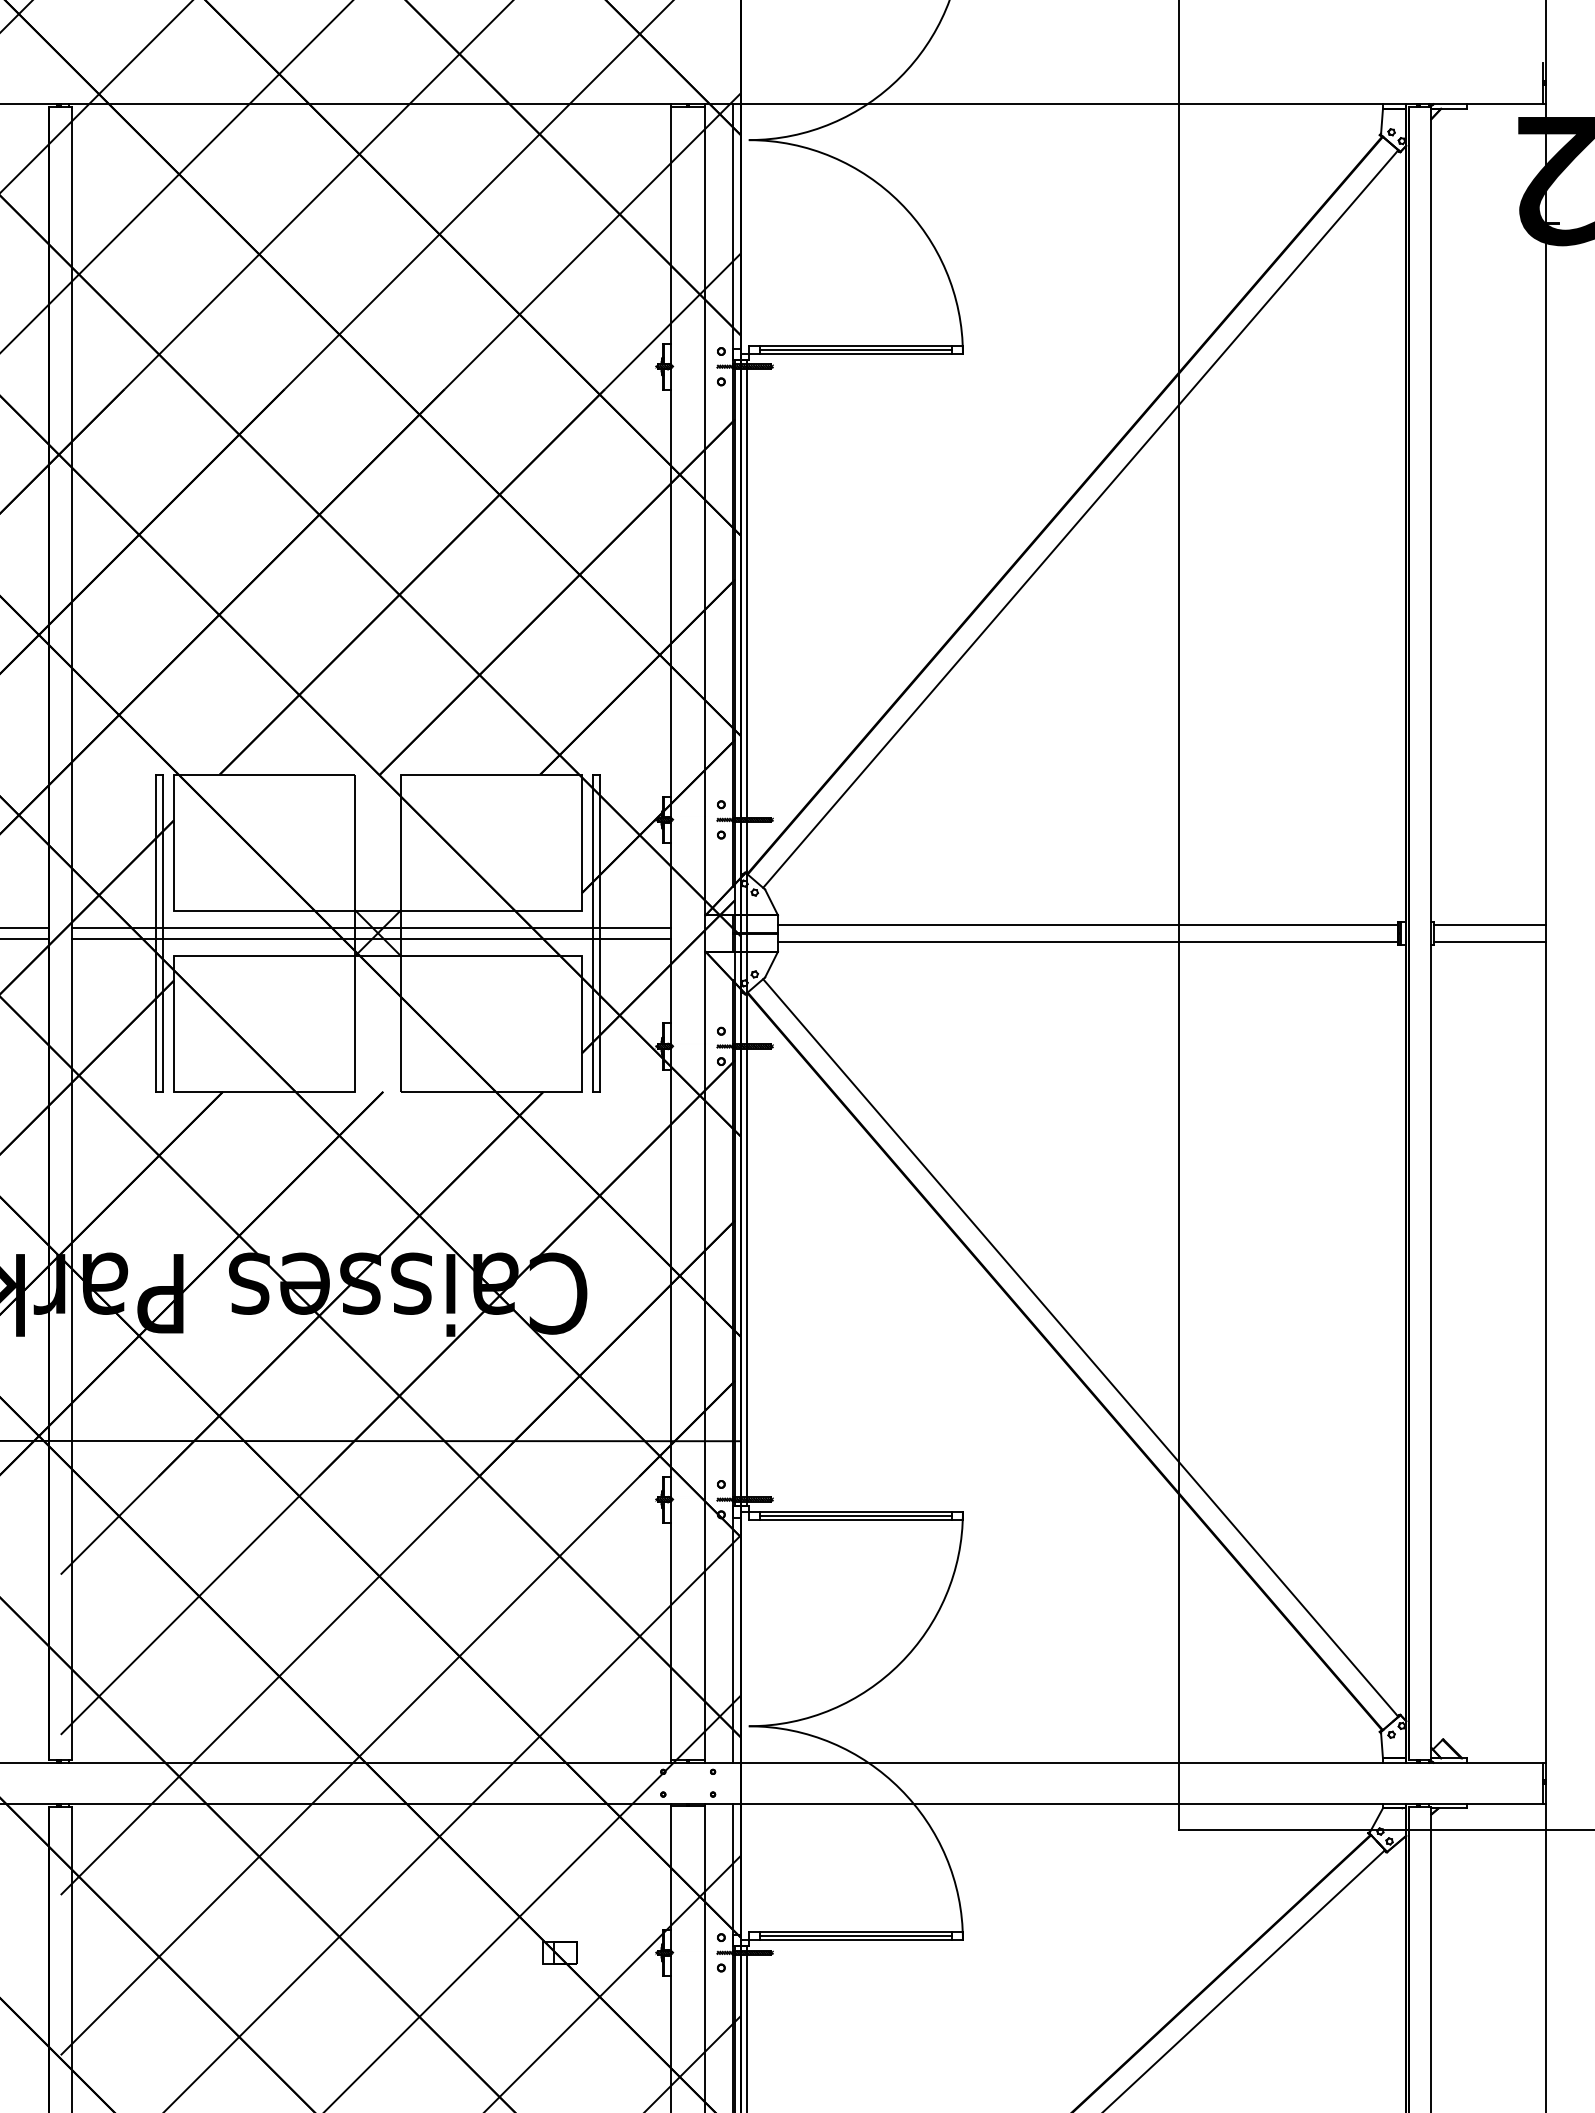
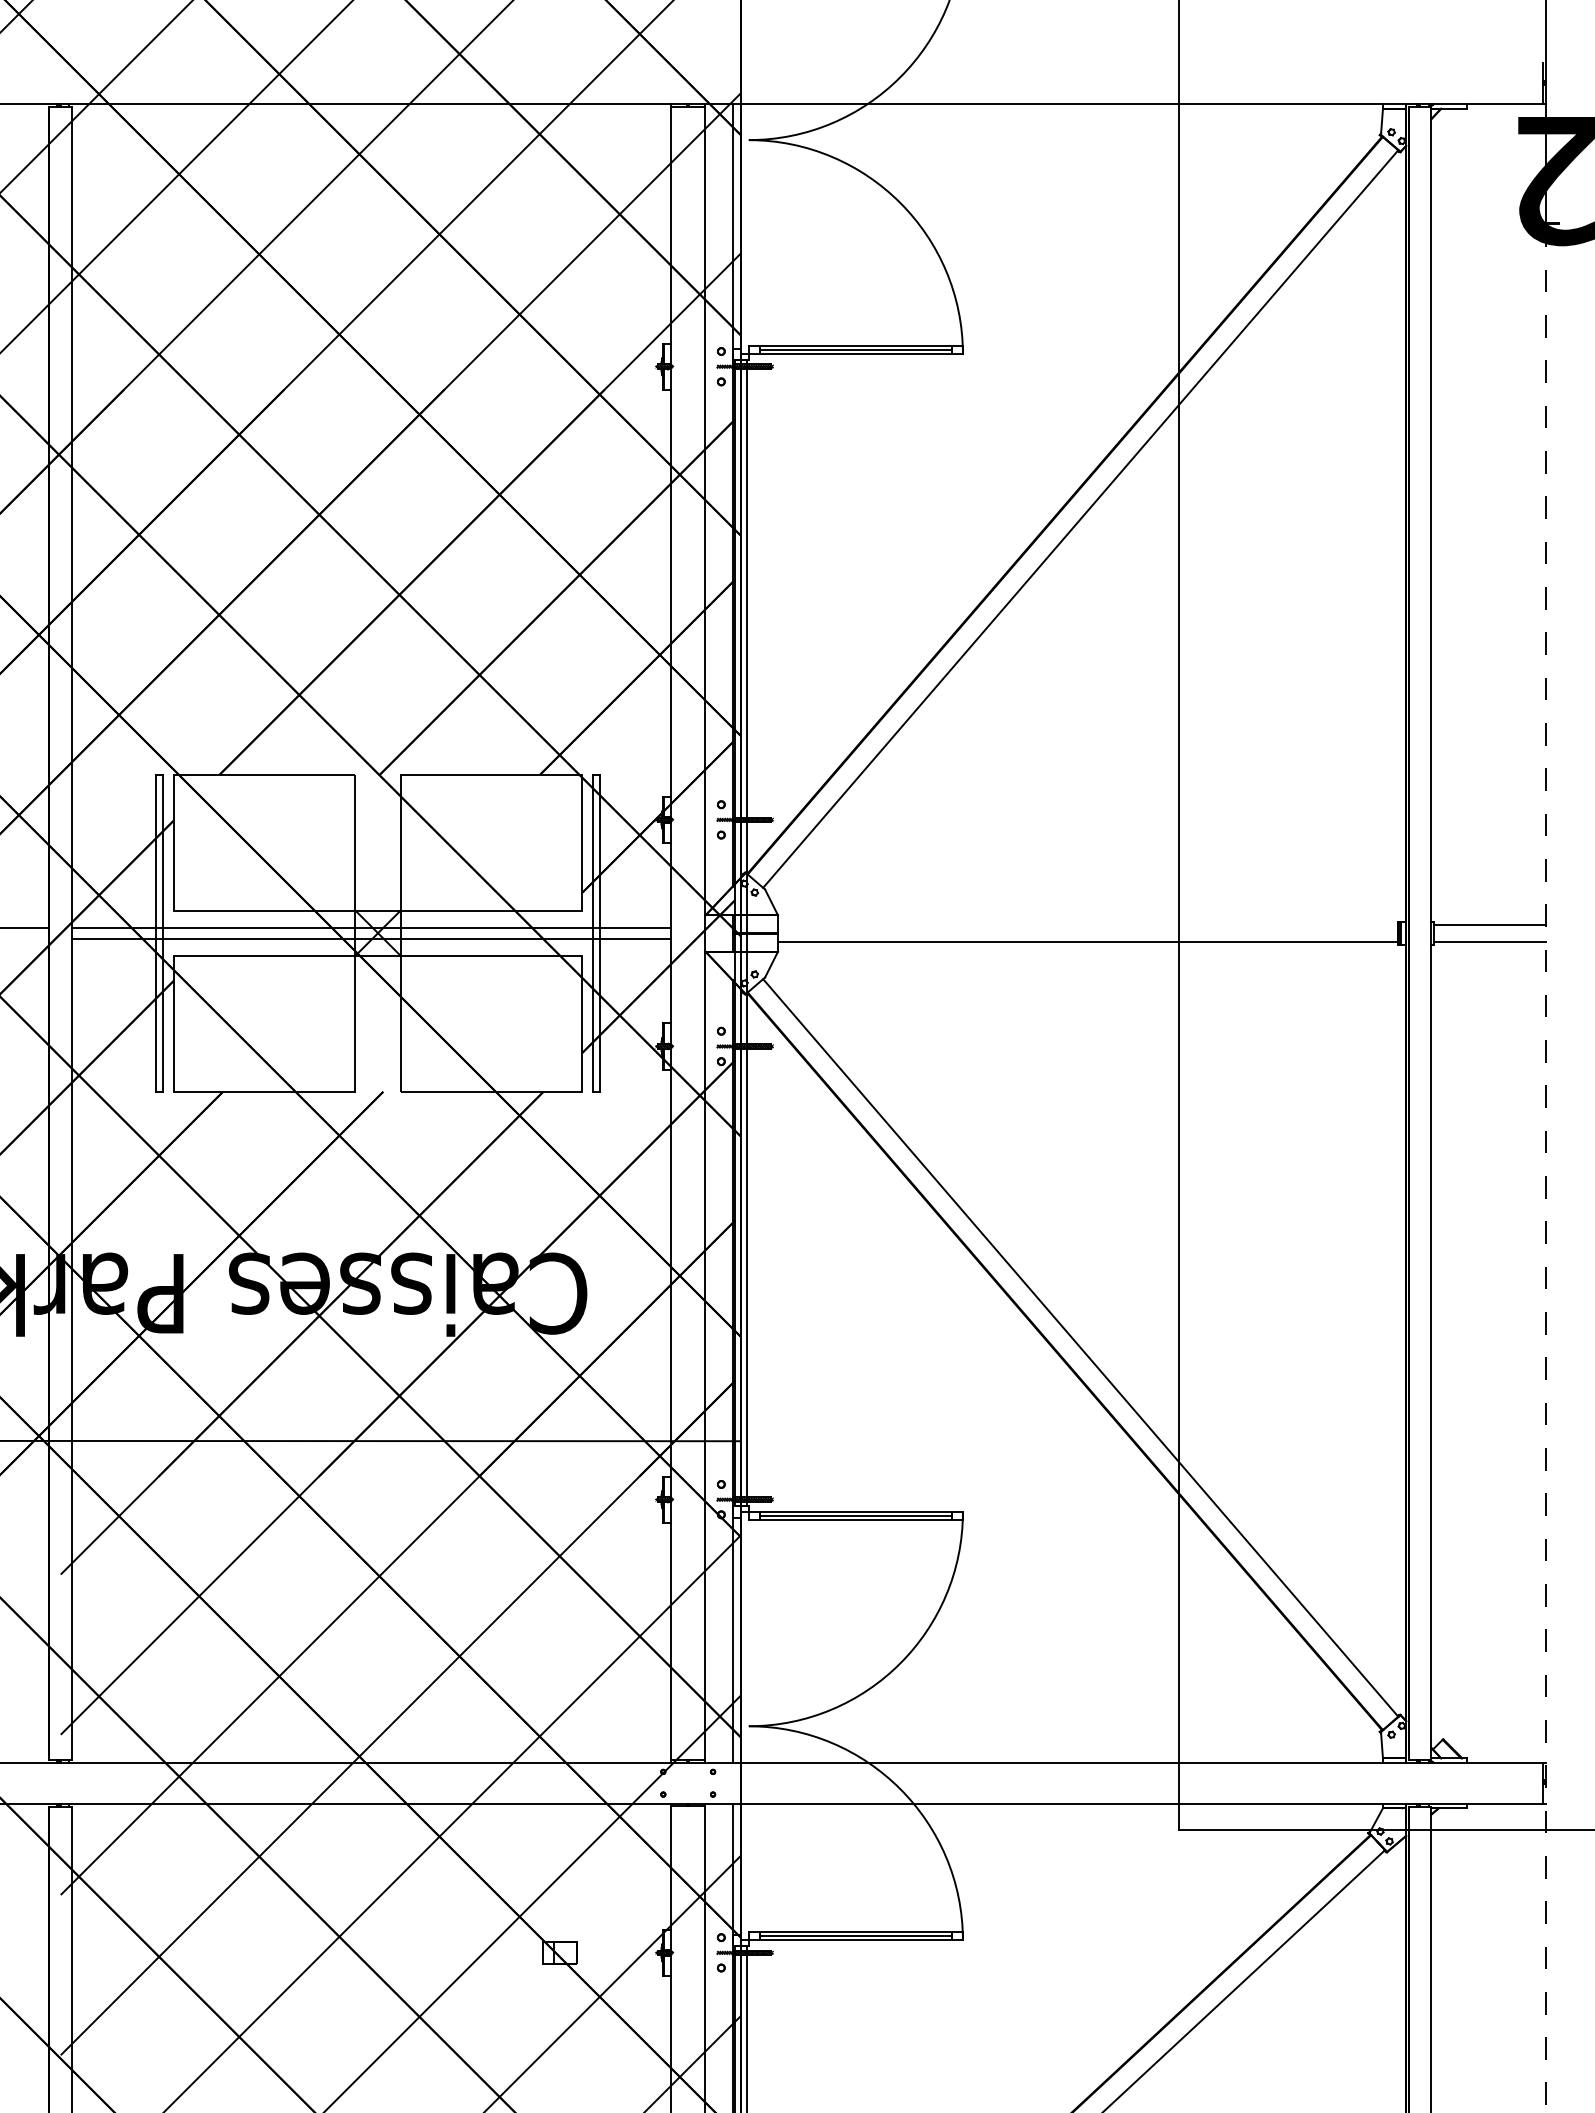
line at (1087, 925): present -> none
line at (25, 939): present -> none
line at (1545, 1168): solid -> dashed
